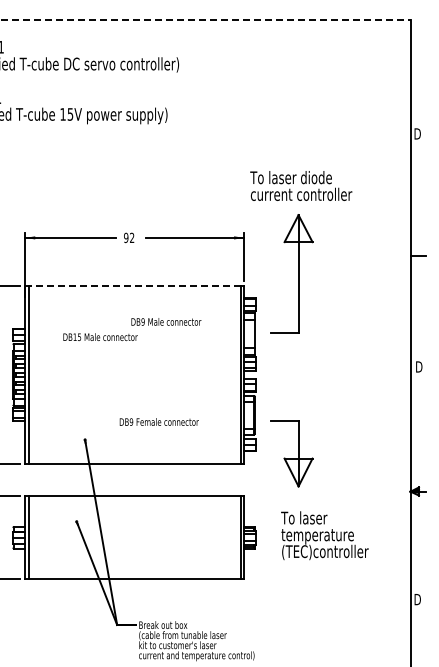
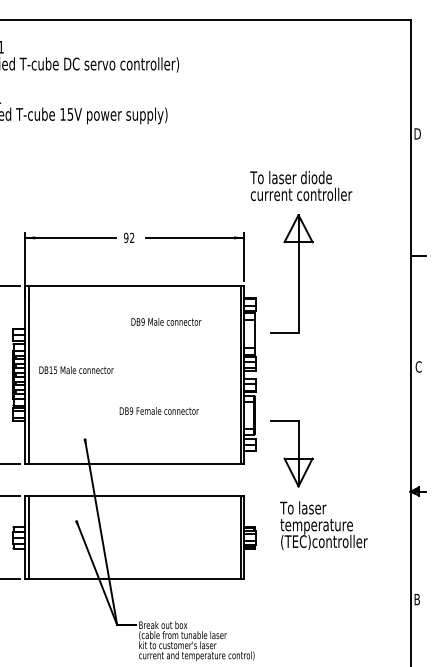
line at (205, 20): dashed -> solid
line at (134, 285): dashed -> solid
text at (100, 336) position: (100, 336) -> (76, 369)
text at (418, 366): D -> C
text at (158, 421) position: (158, 421) -> (158, 410)
text at (324, 535) position: (324, 535) -> (323, 525)
text at (417, 599): D -> B
